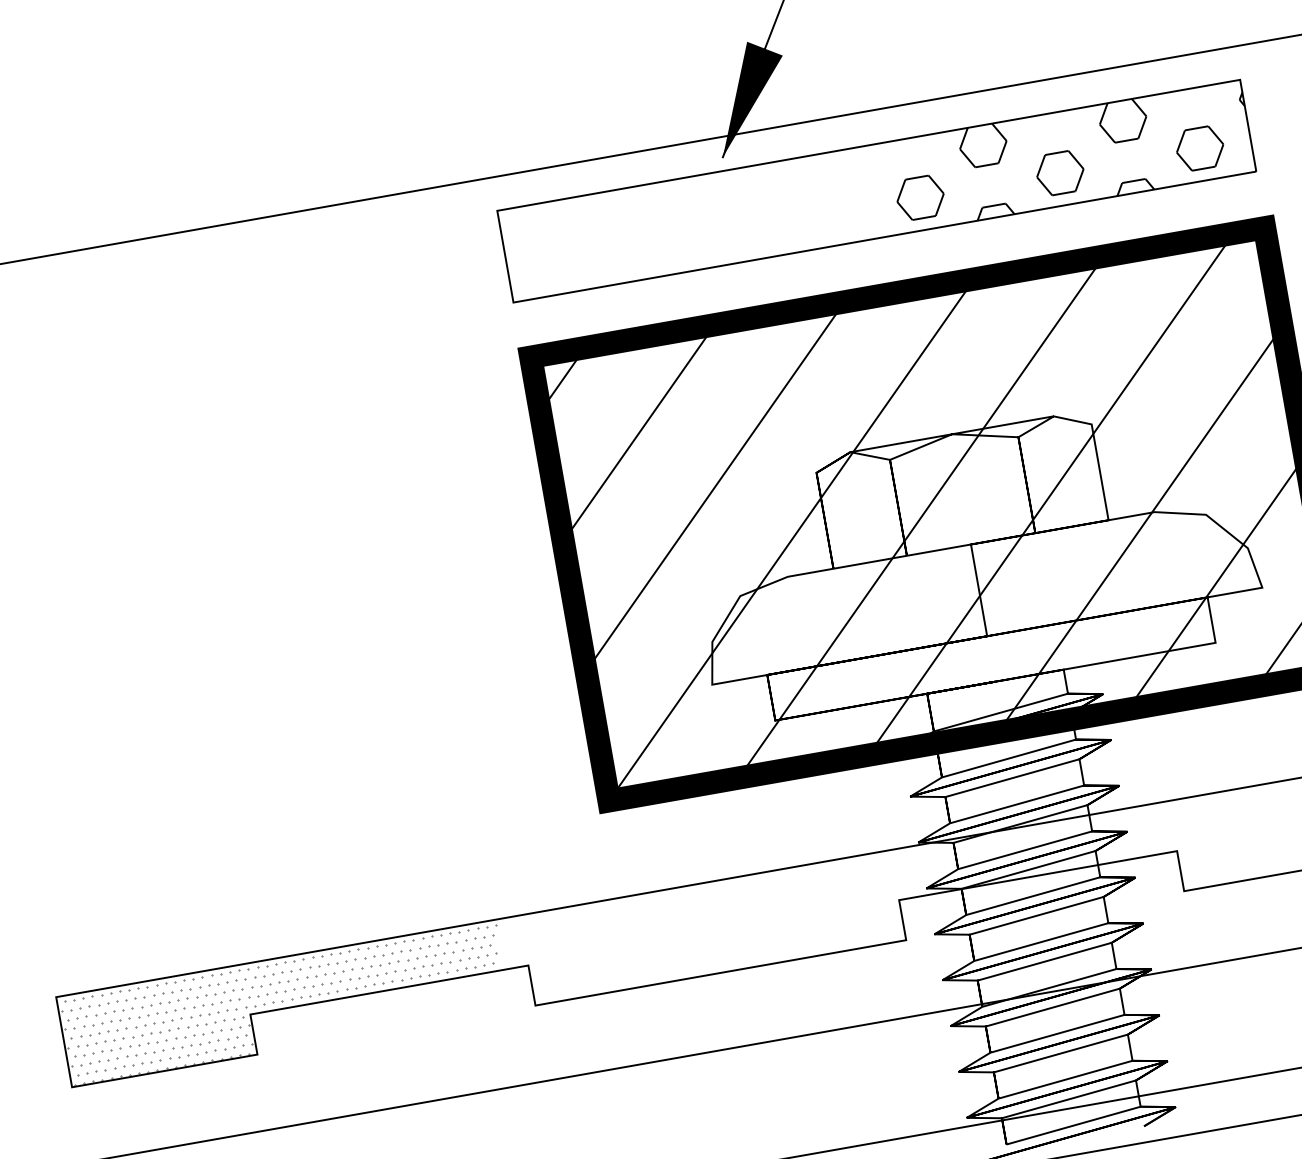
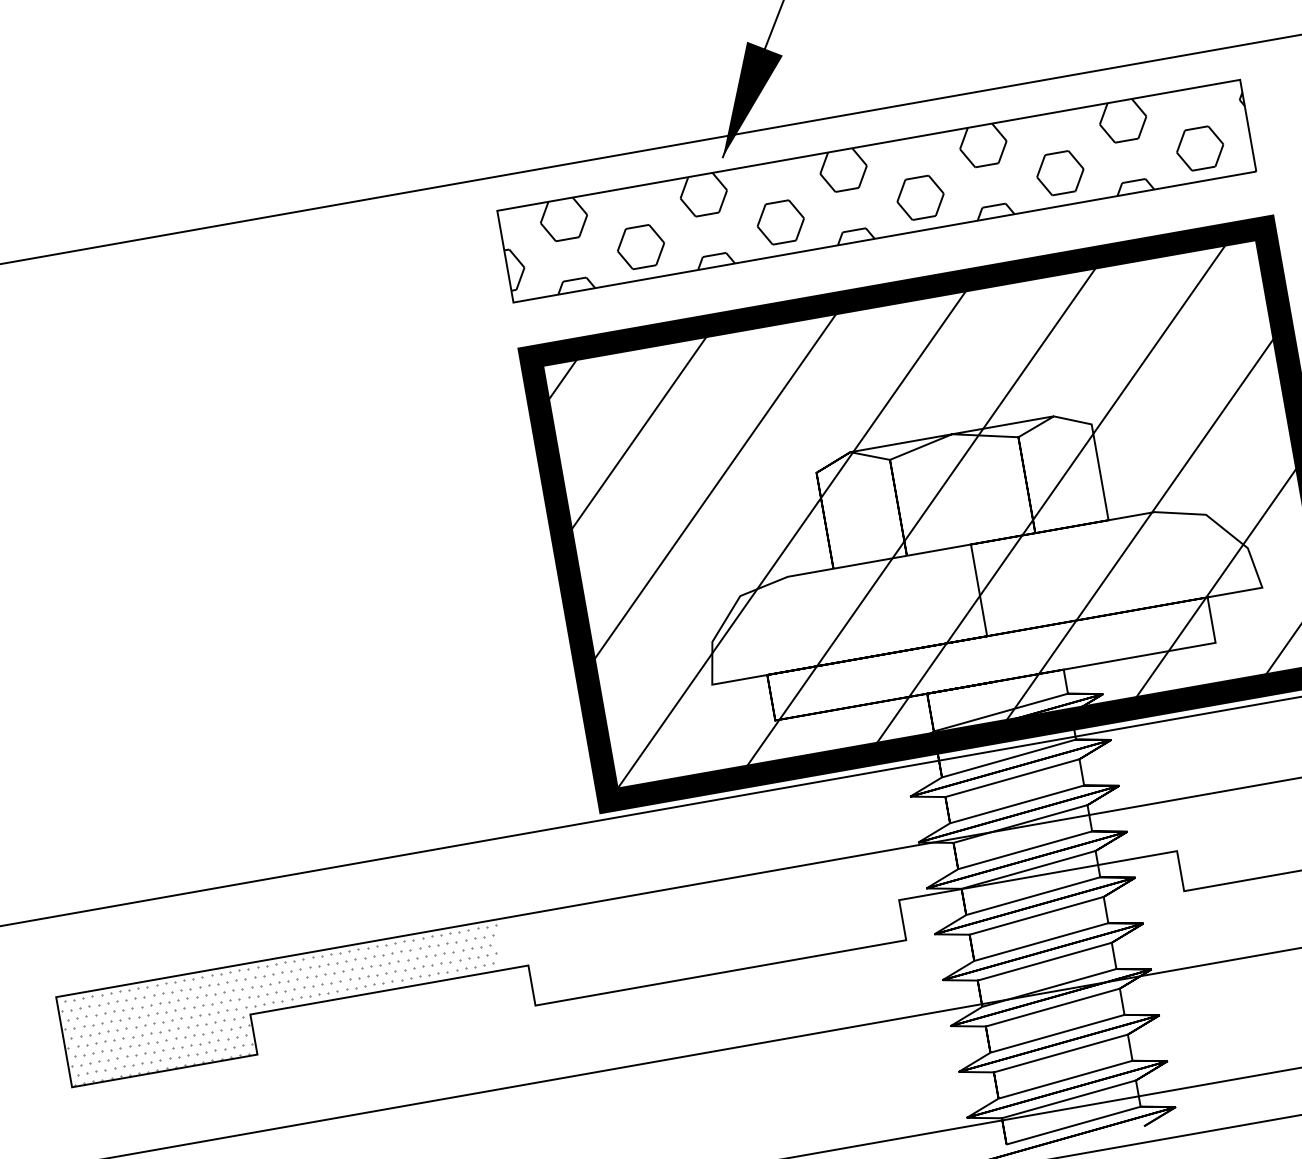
hatch at (689, 221): none -> present
line at (650, 811): none -> present
